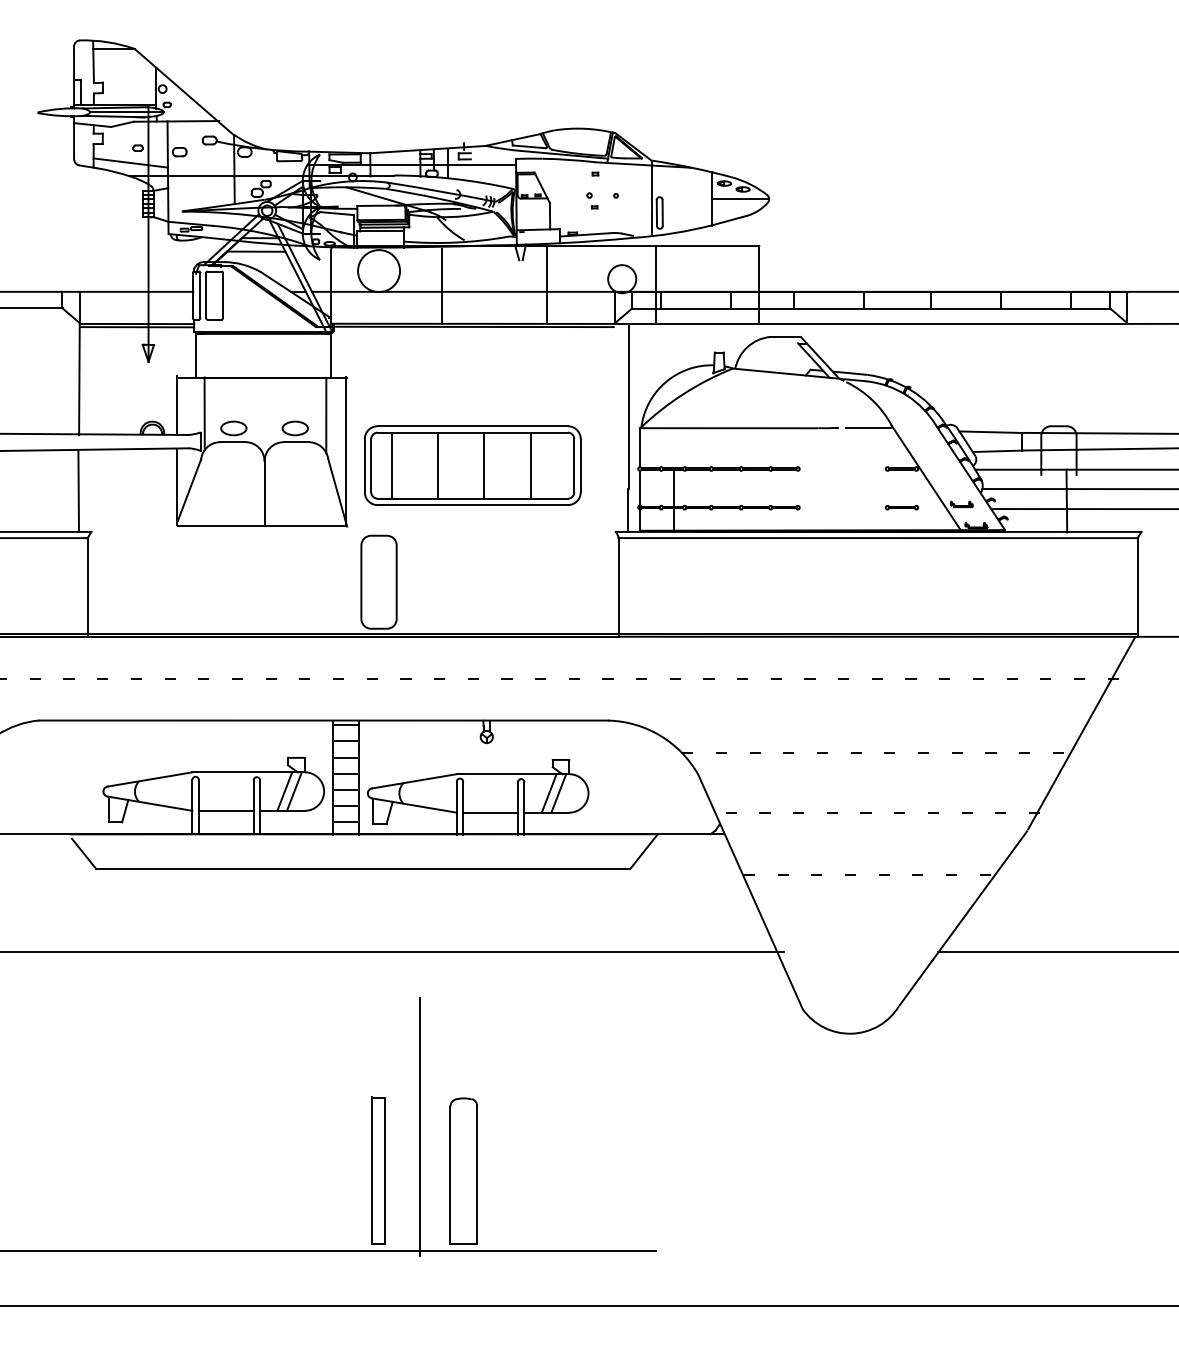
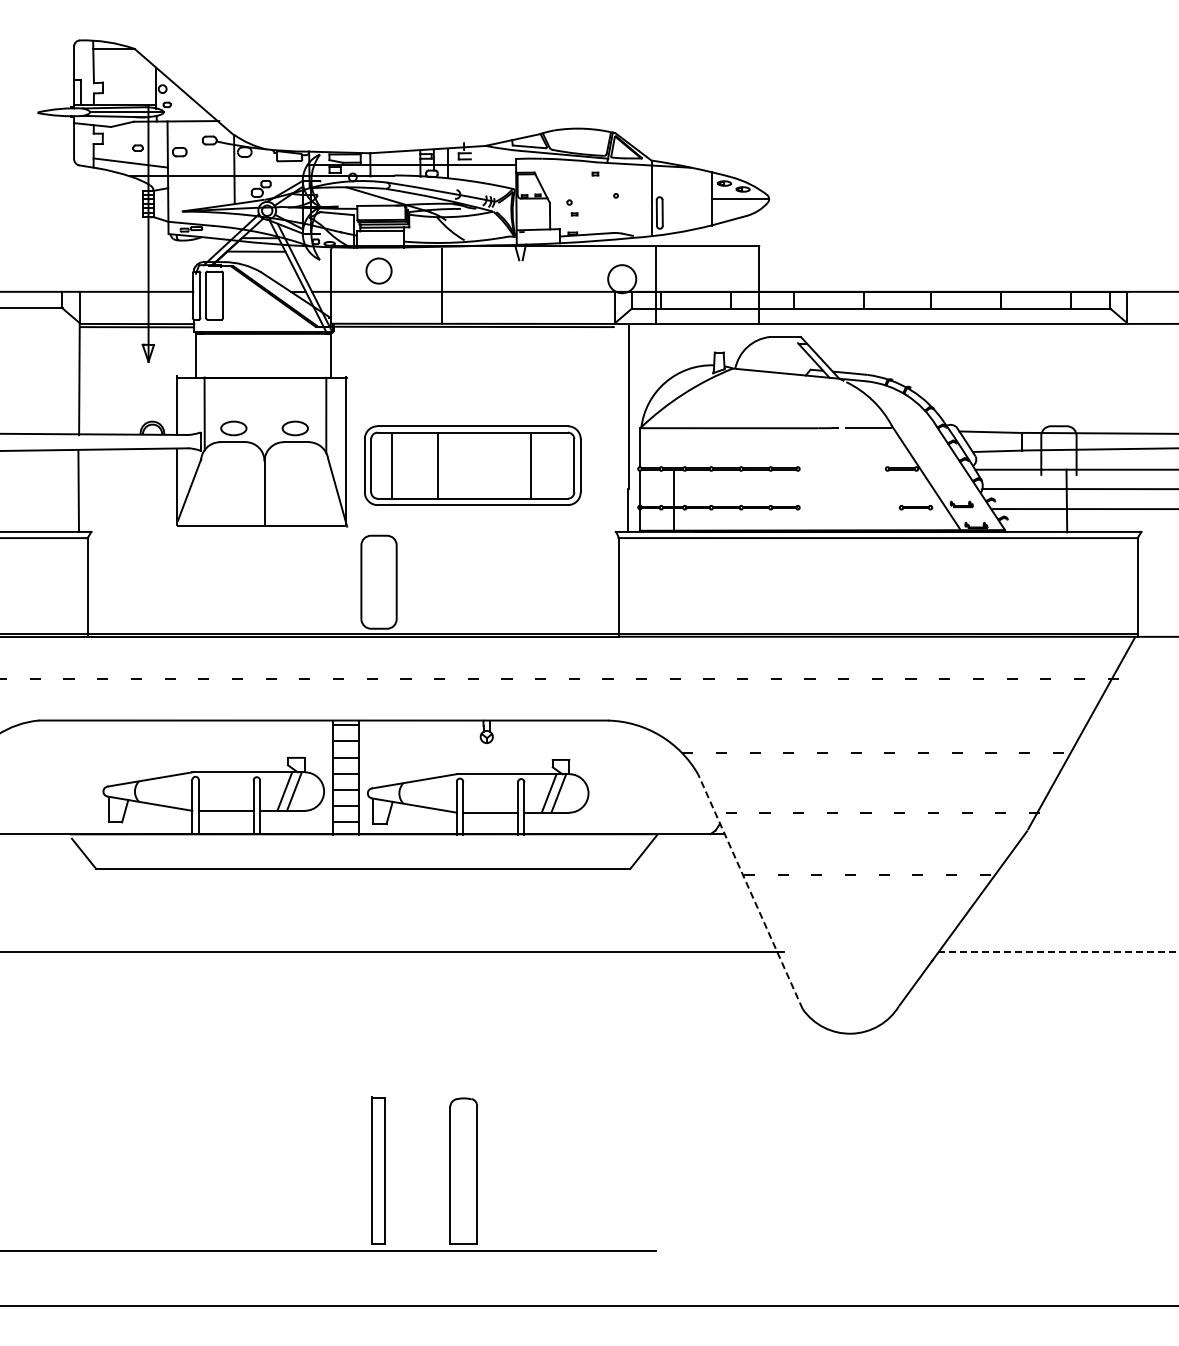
part at (592, 200) position: (592, 200) -> (572, 207)
circle at (379, 271) diameter: 42 px -> 25 px
line at (546, 284): present -> none
line at (484, 465): present -> none
part at (901, 507) position: (901, 507) -> (915, 507)
line at (750, 891): solid -> dashed
line at (1058, 952): solid -> dashed
line at (420, 1126): present -> none
